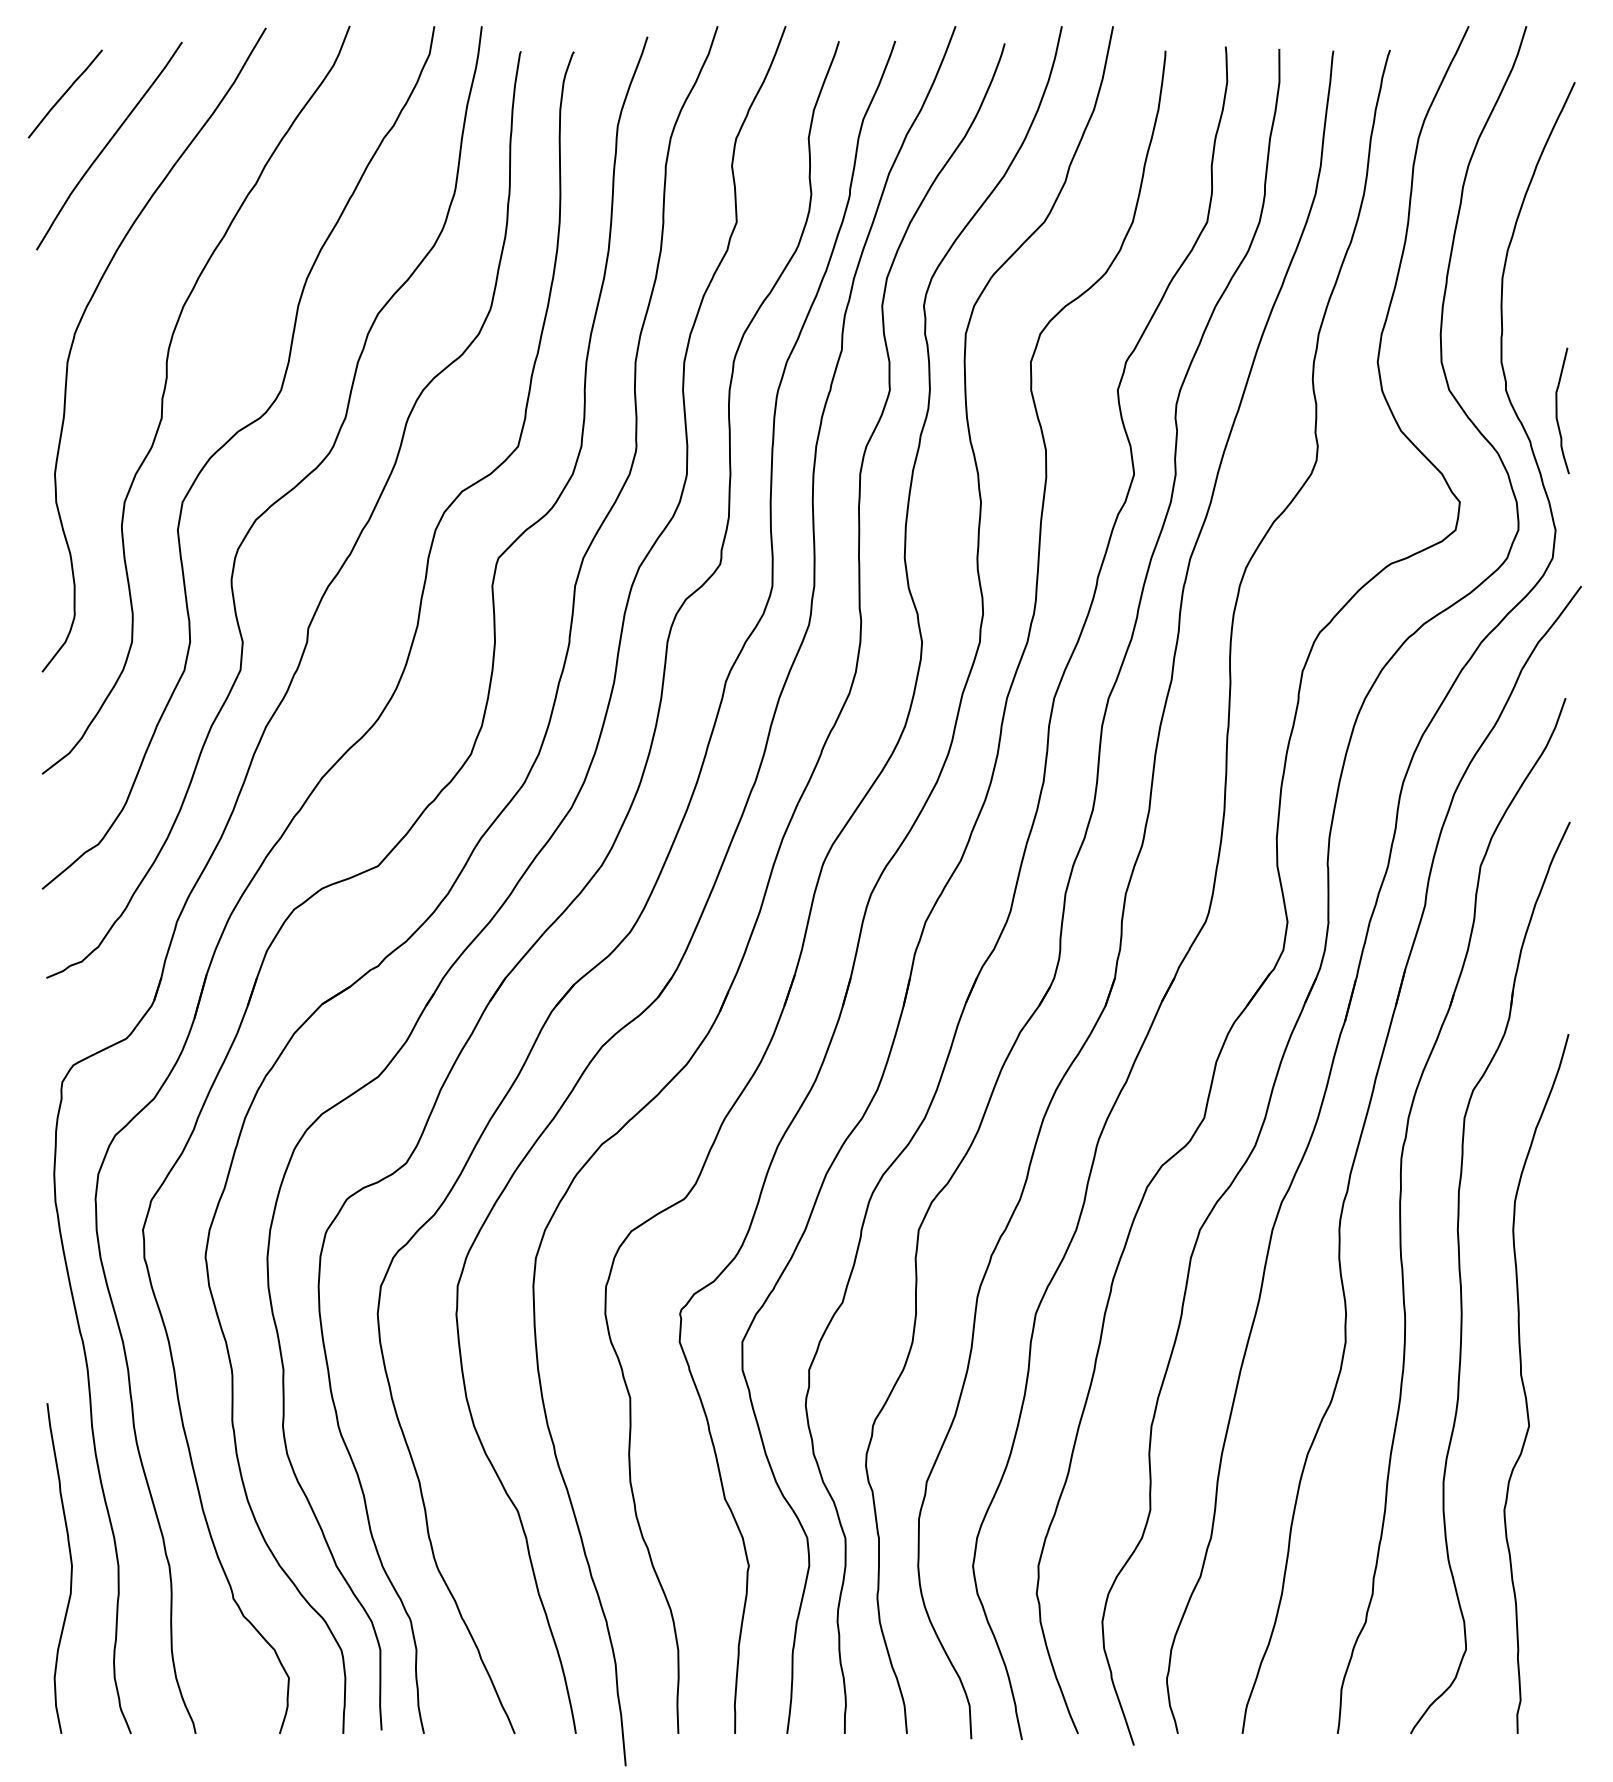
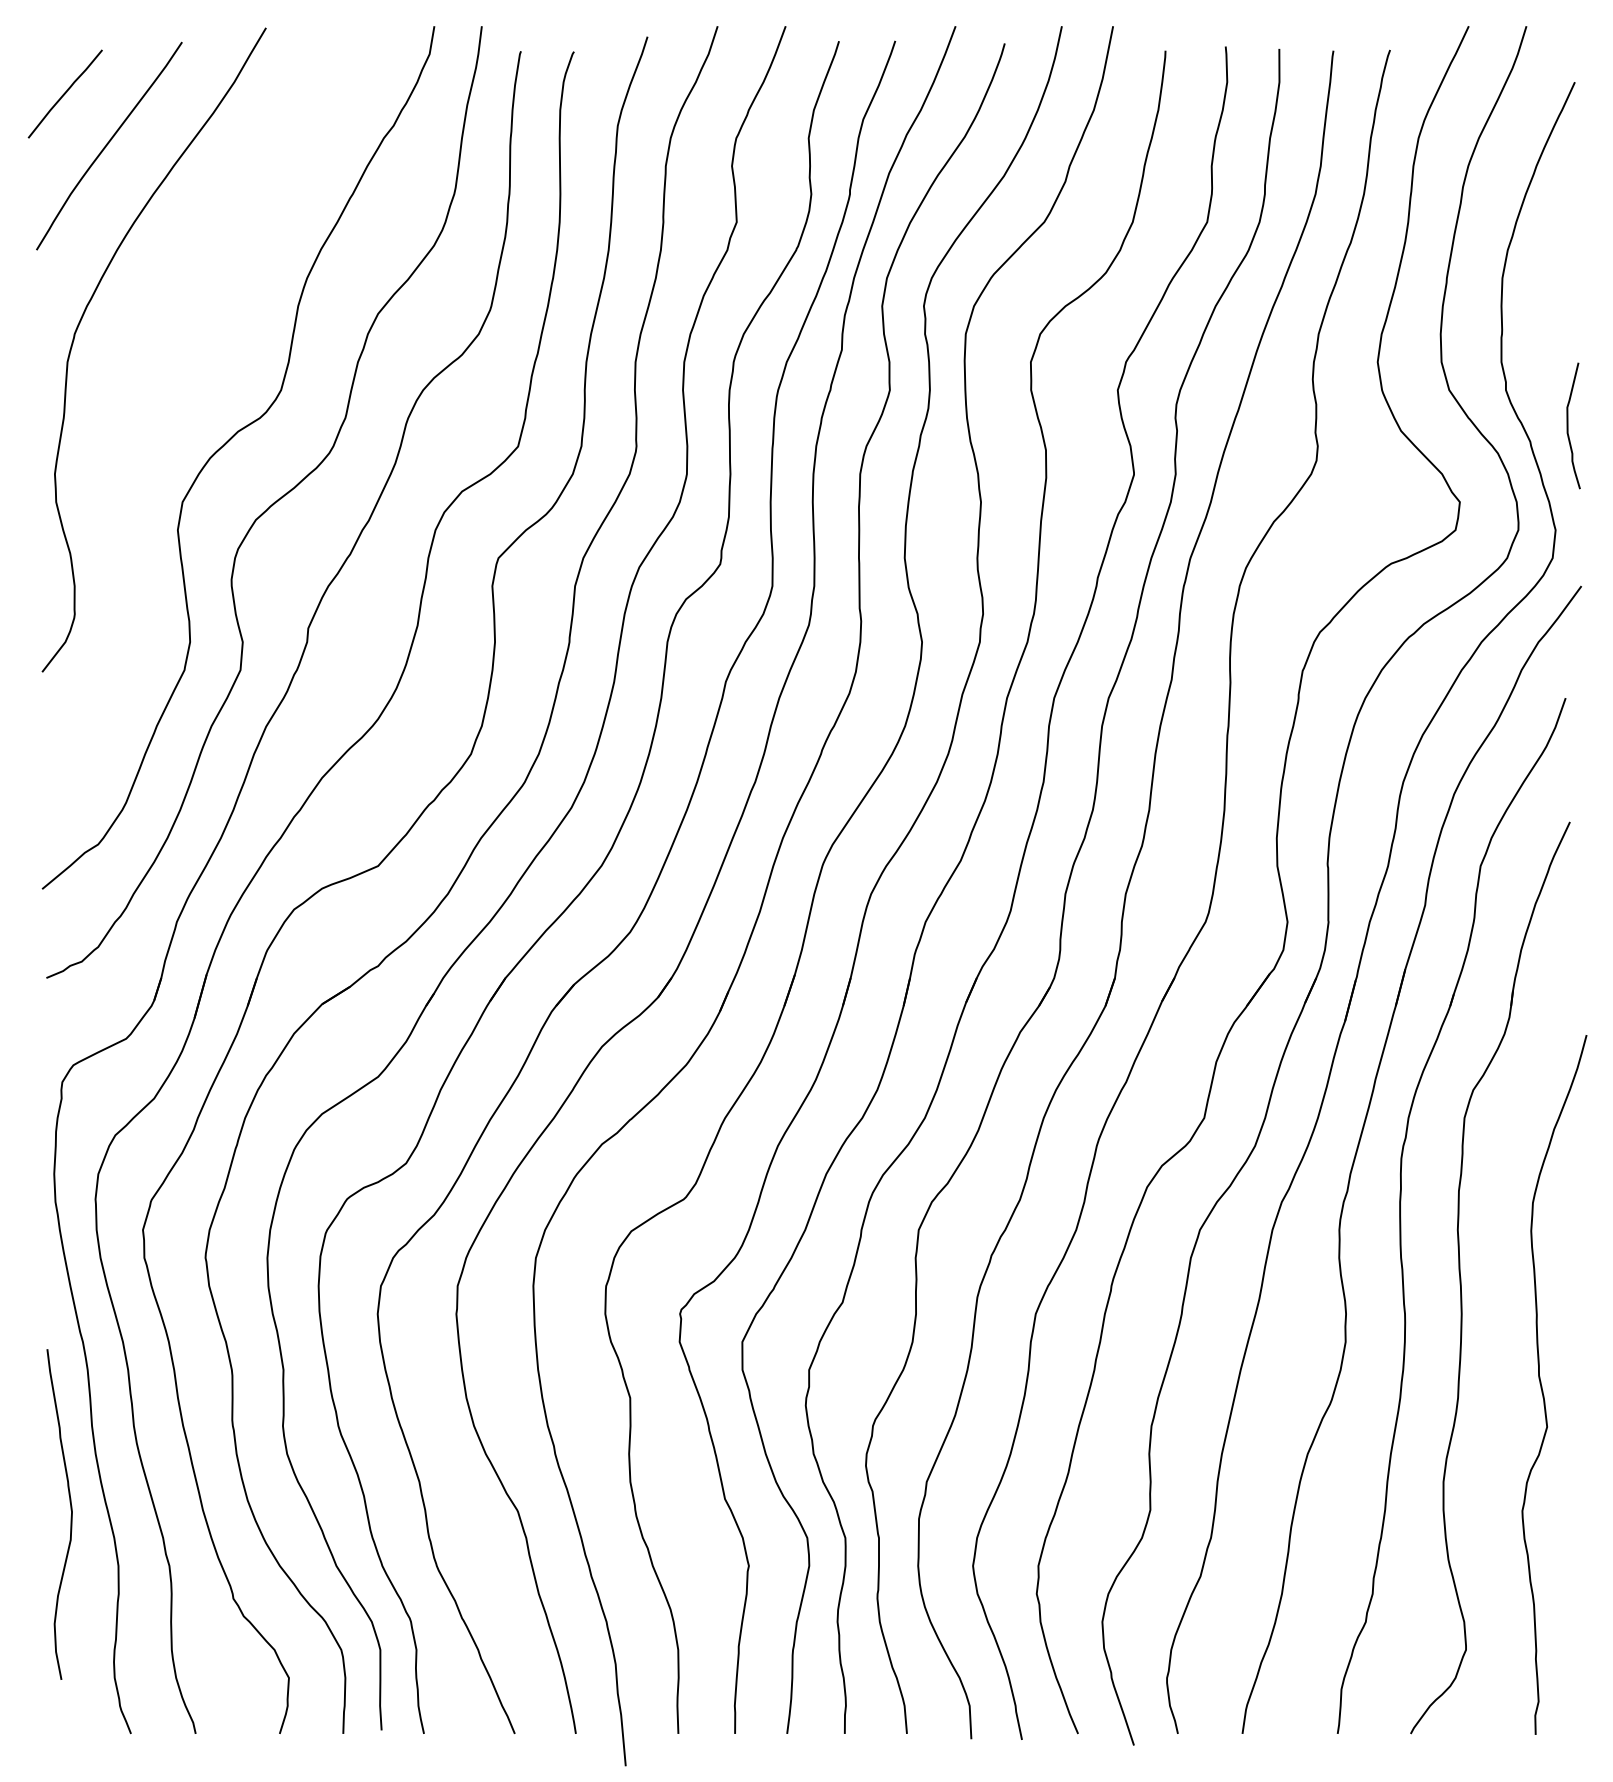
curve at (165, 391): present -> none
curve at (1557, 410) position: (1557, 410) -> (1568, 425)
curve at (1524, 1385) position: (1524, 1385) -> (1542, 1386)
curve at (70, 1570) position: (70, 1570) -> (70, 1516)
